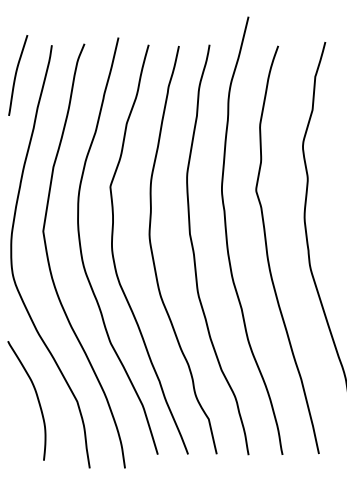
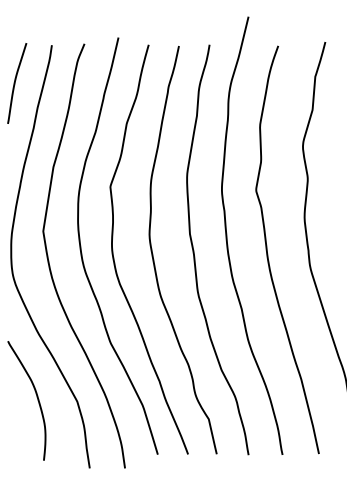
curve at (16, 75) position: (16, 75) -> (15, 83)
